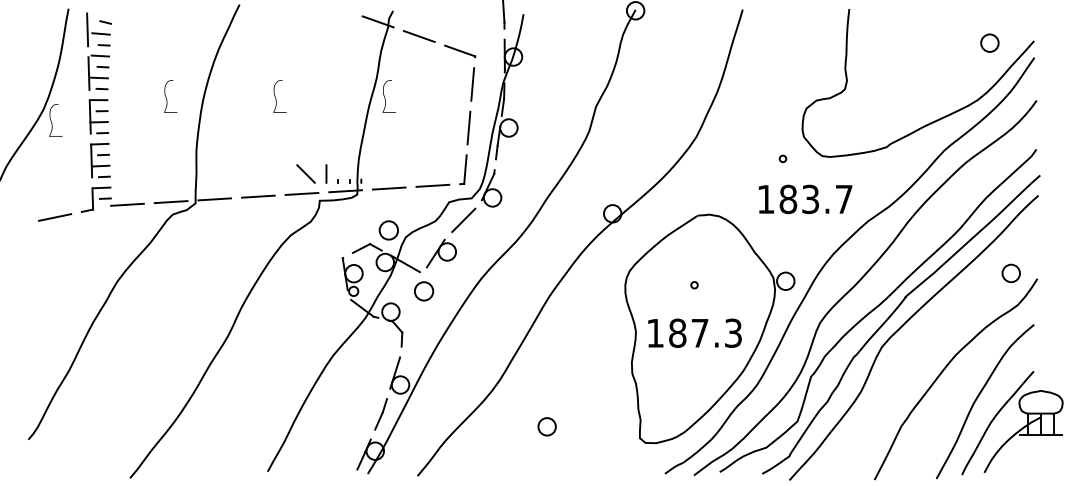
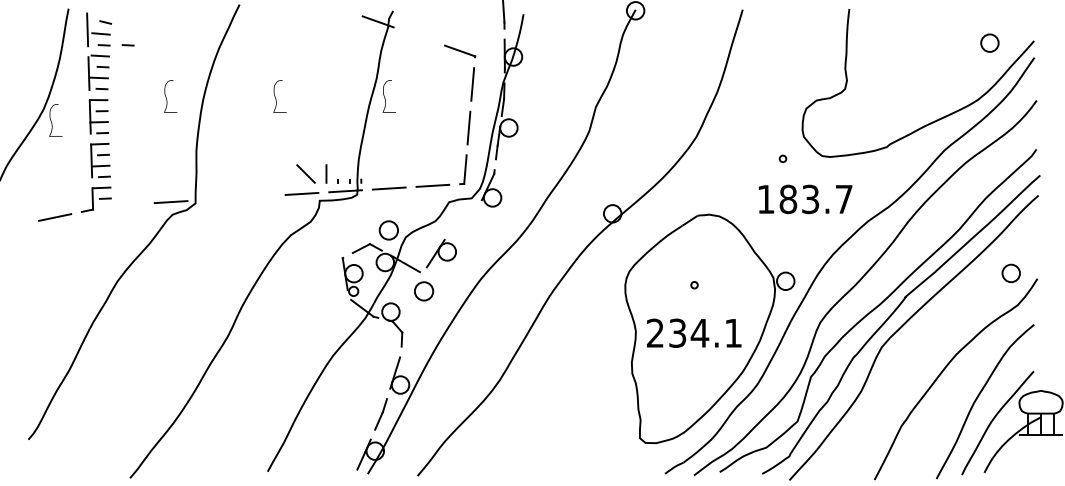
line at (418, 36): present -> none
line at (127, 45): none -> present
line at (258, 196): present -> none
line at (214, 199): present -> none
line at (127, 204): present -> none
line at (463, 220): present -> none
text at (694, 332): 187.3 -> 234.1
part at (546, 426): present -> none
